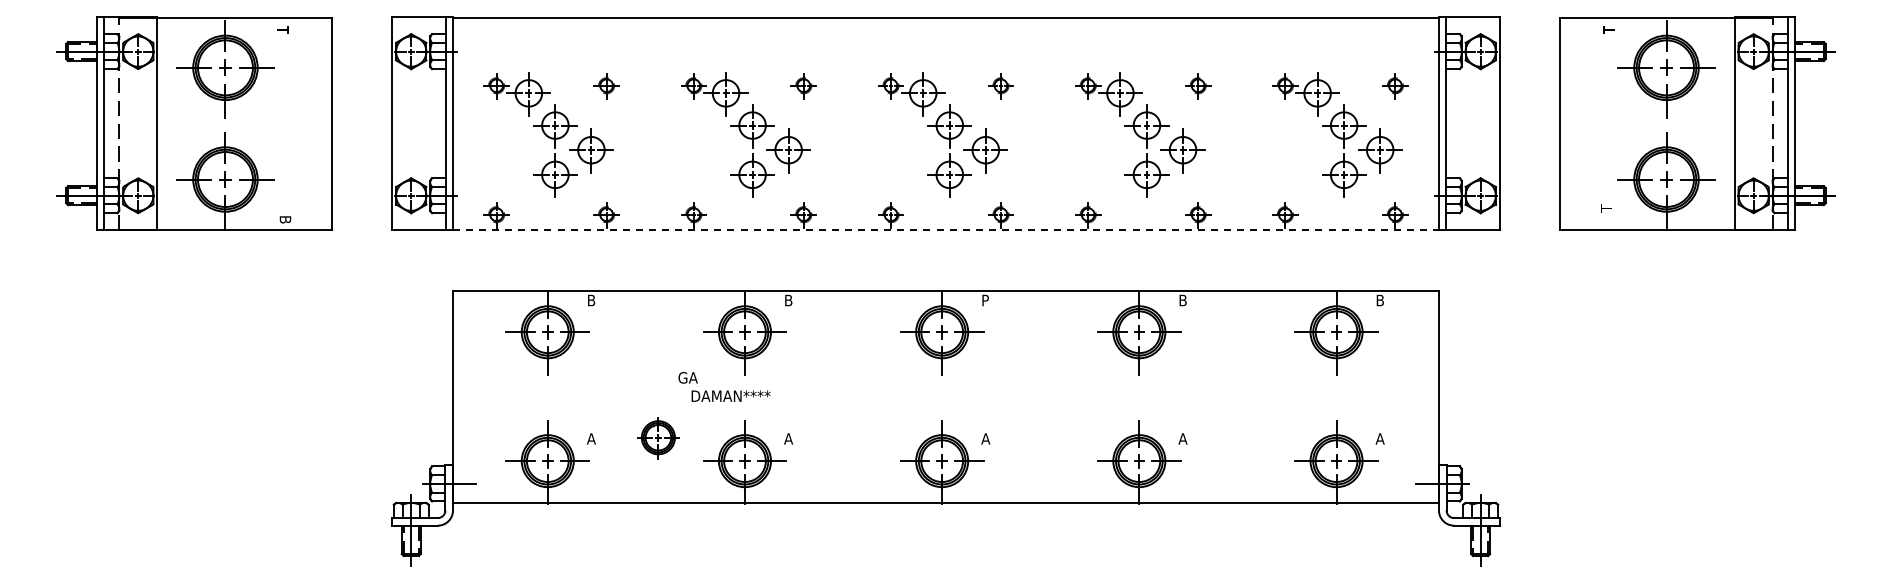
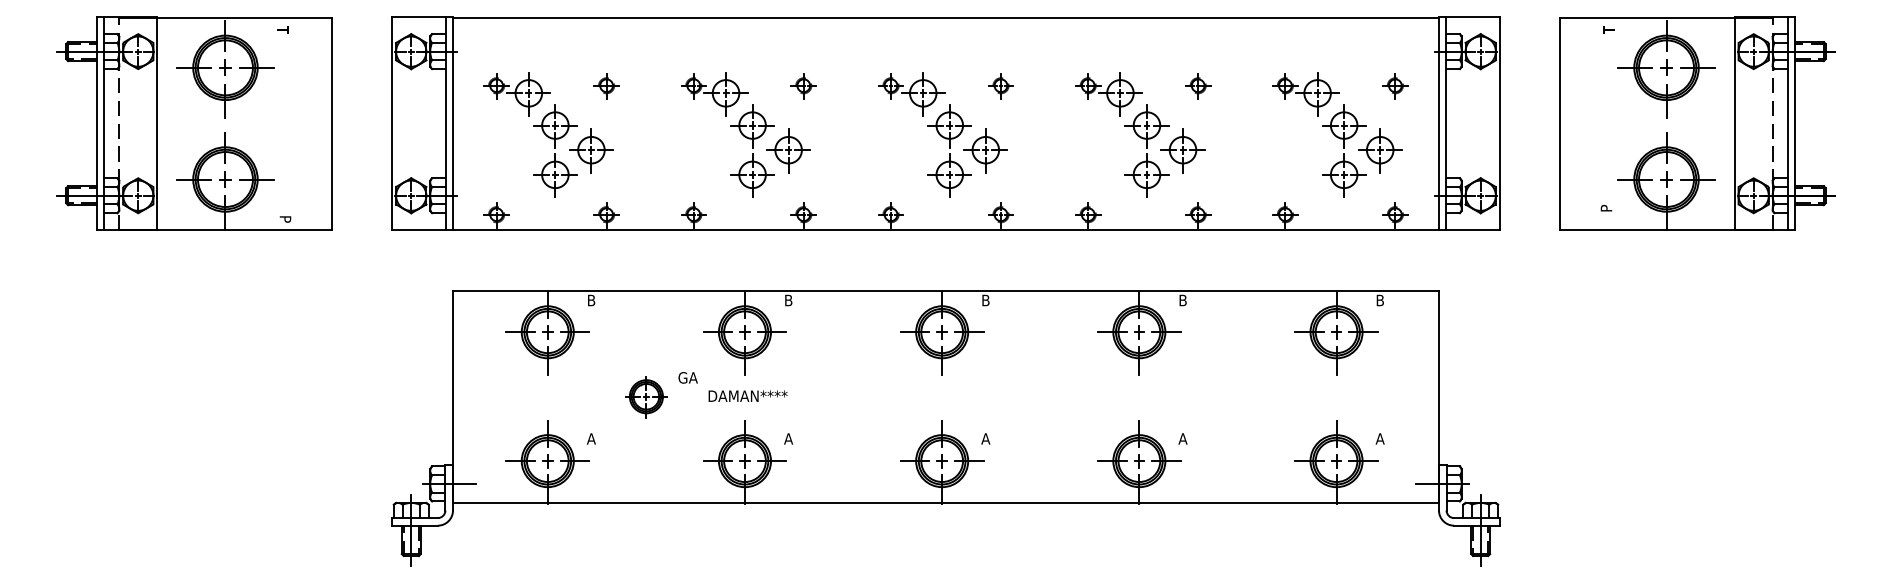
text at (1606, 208): T -> P
text at (284, 220): B -> P
line at (946, 229): dashed -> solid
text at (986, 300): P -> B
text at (730, 395) position: (730, 395) -> (747, 395)
part at (658, 438) position: (658, 438) -> (646, 397)
